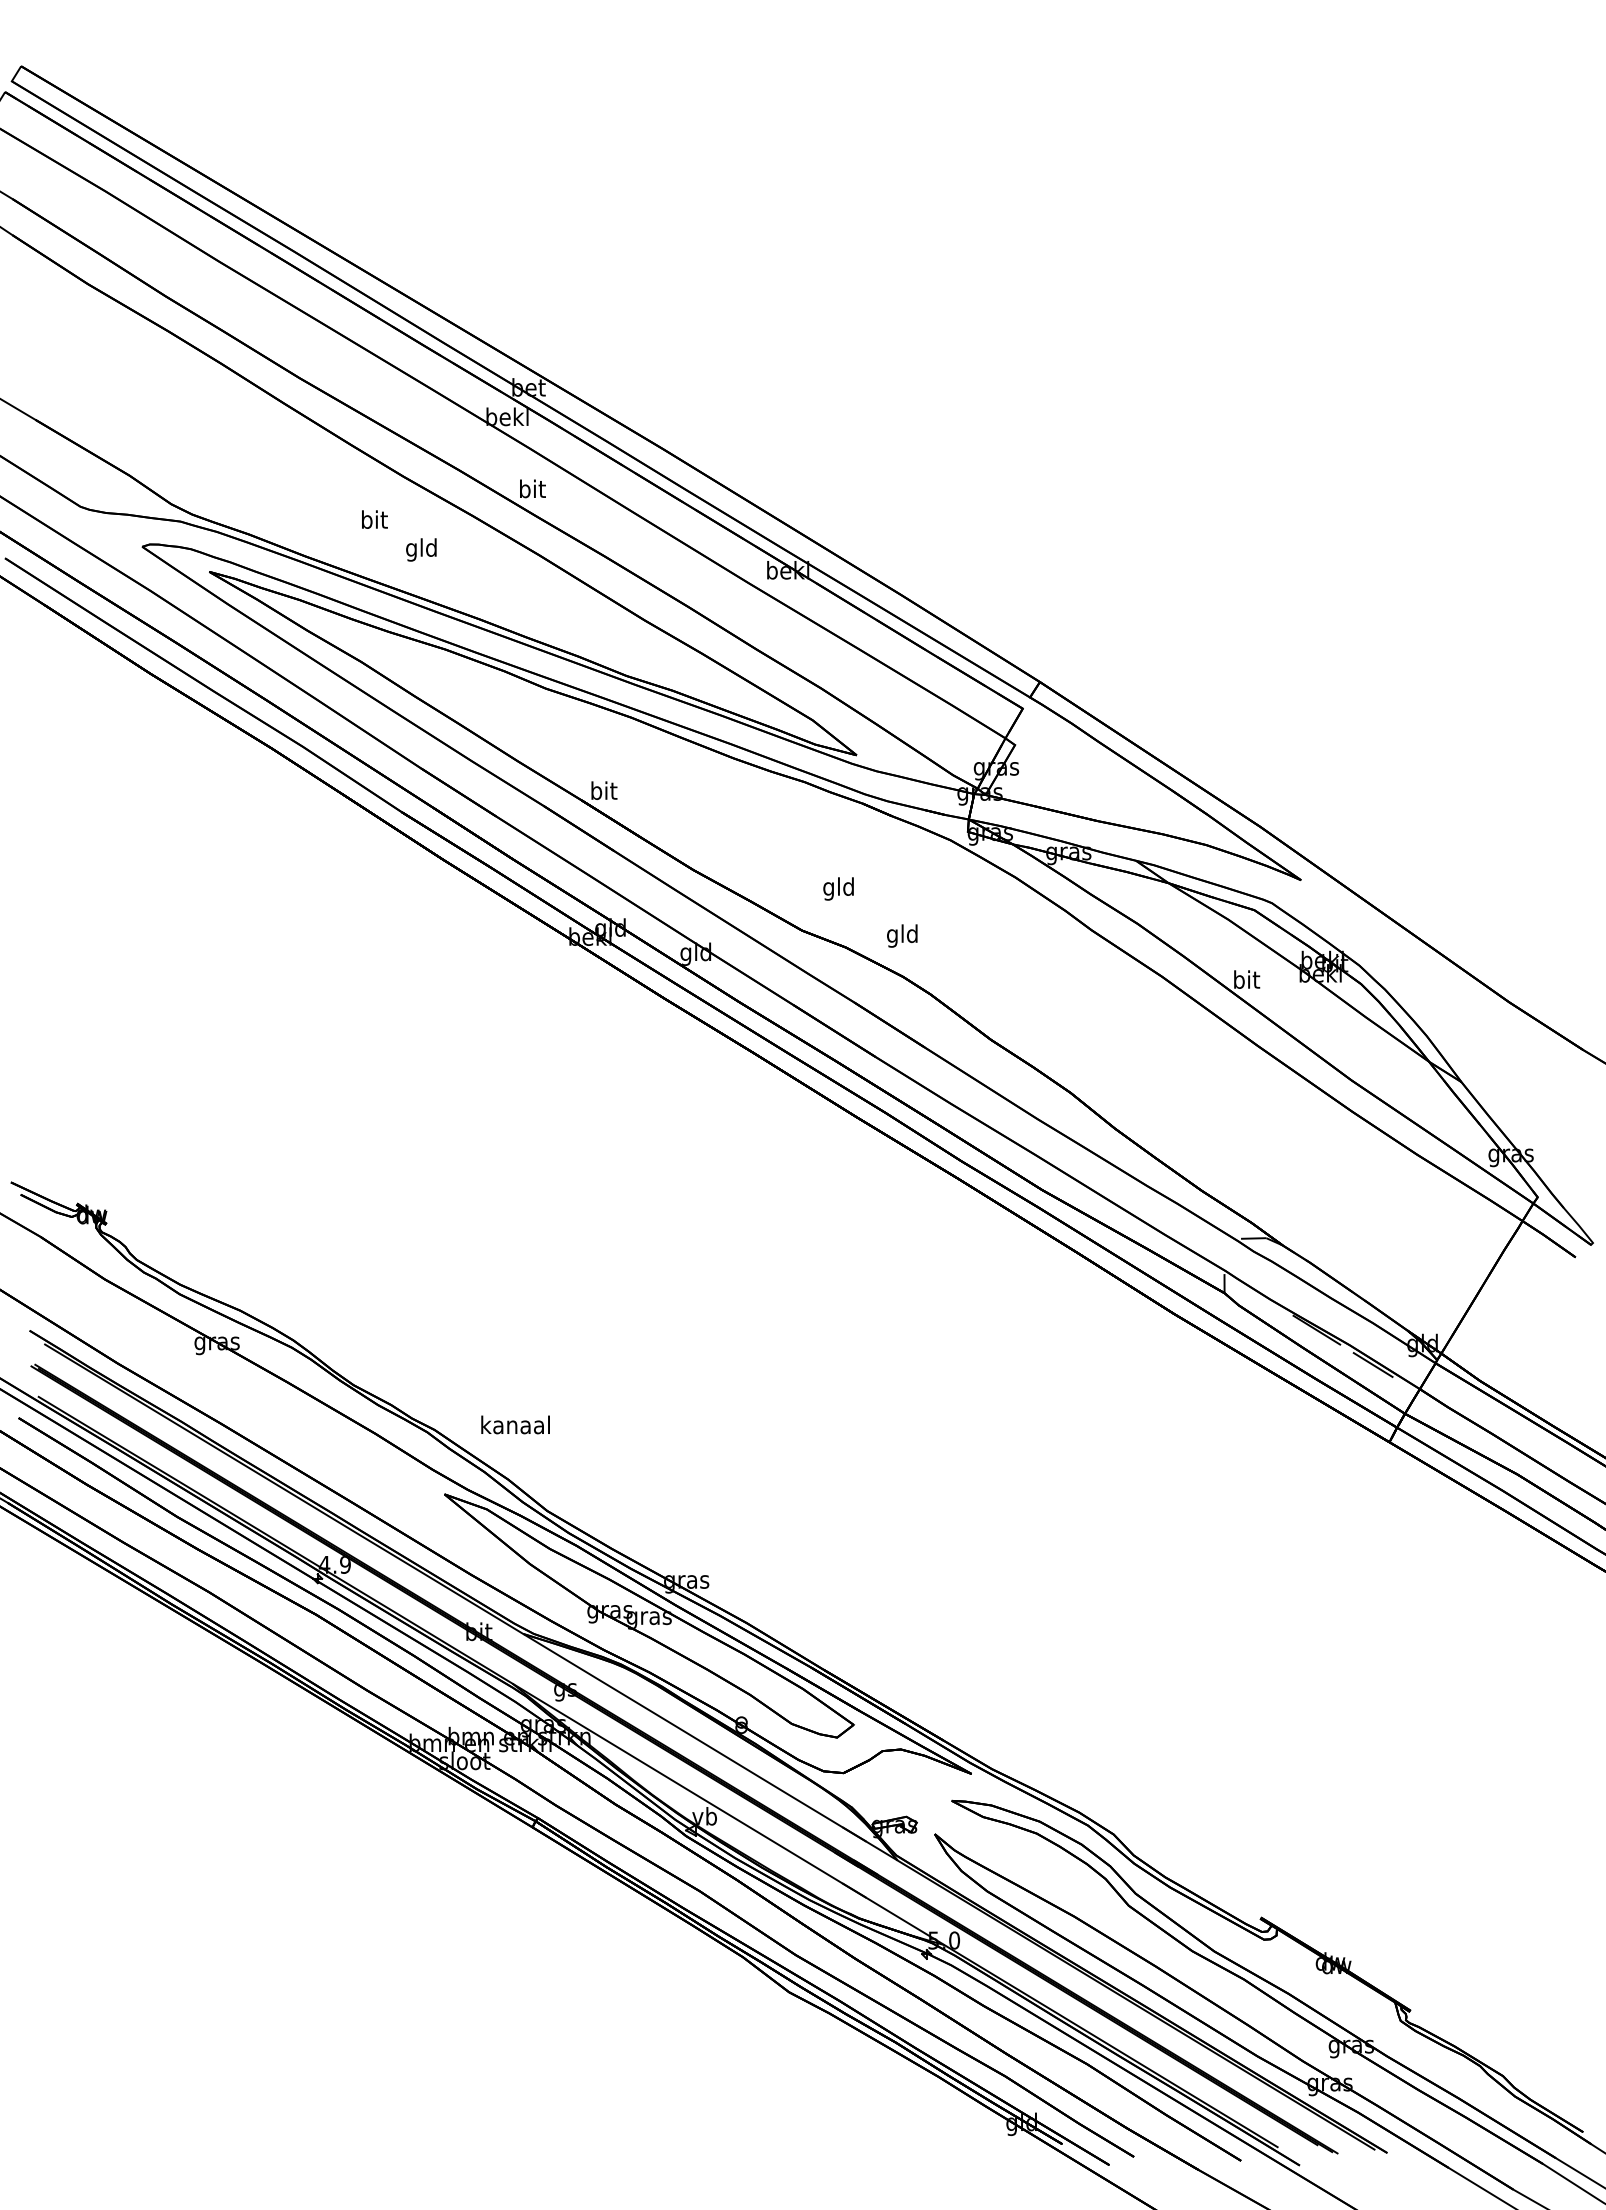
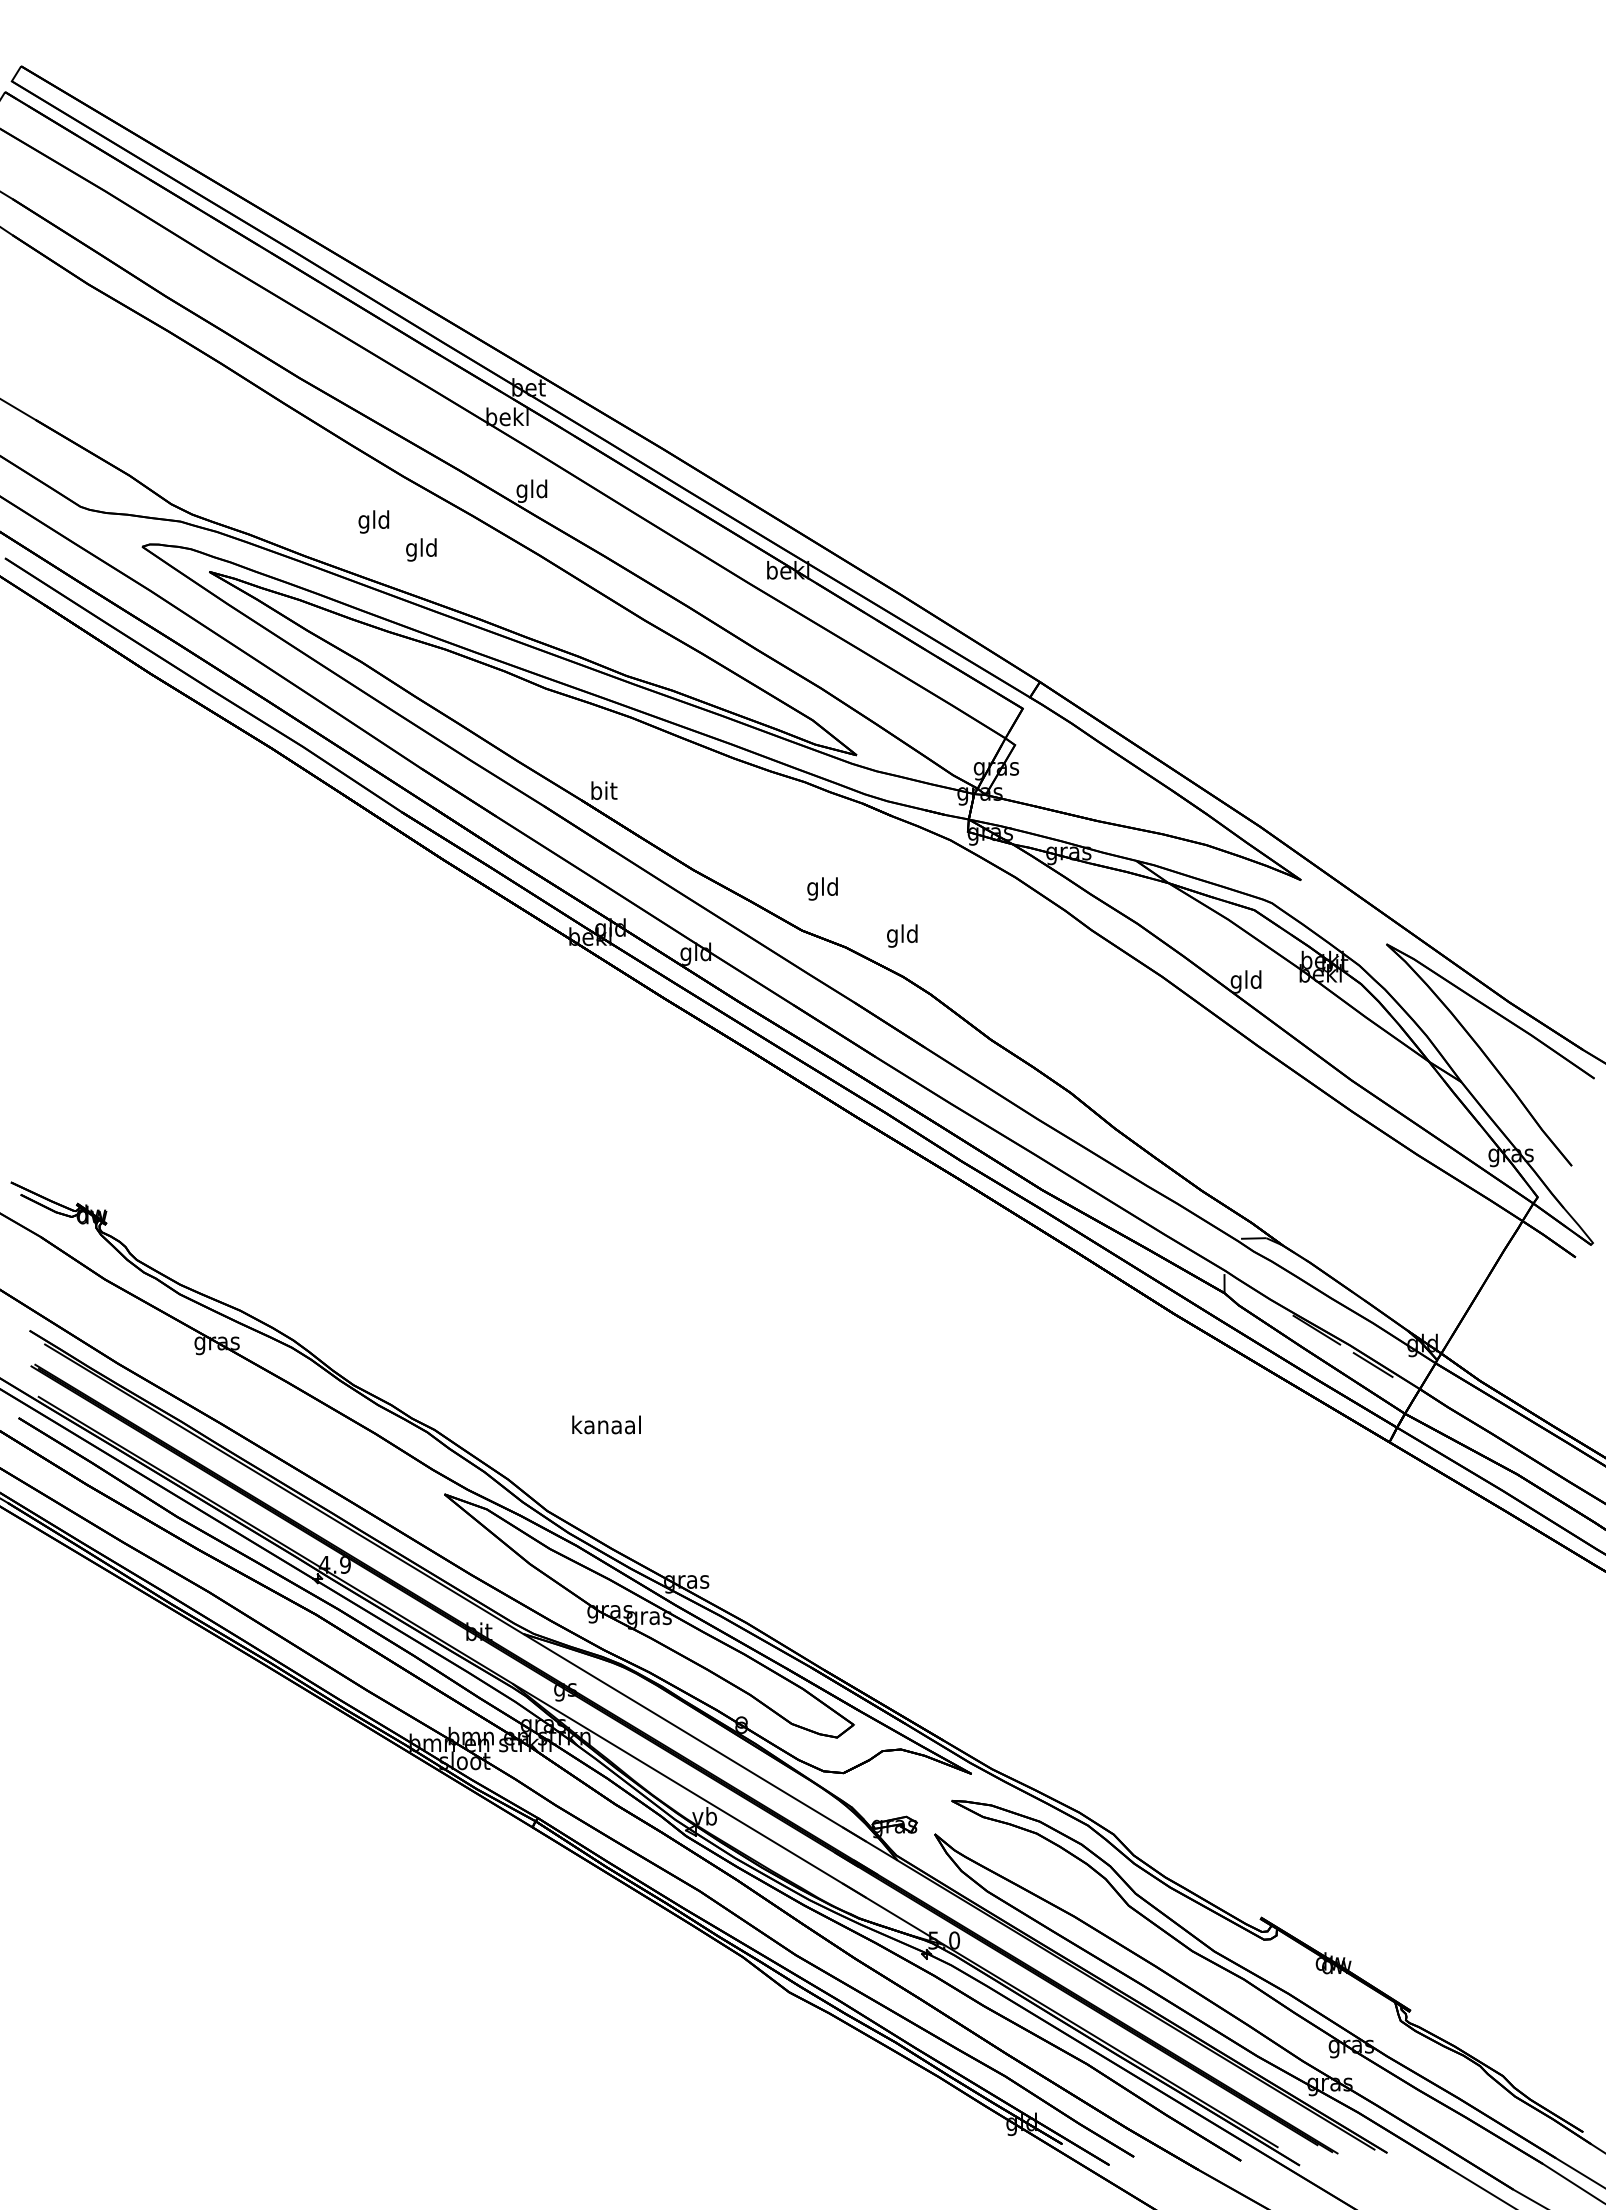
text at (531, 490): bit -> gld
text at (373, 521): bit -> gld
text at (838, 888) position: (838, 888) -> (822, 888)
text at (1245, 981): bit -> gld
part at (1490, 1054): none -> present
text at (515, 1424) position: (515, 1424) -> (606, 1424)
